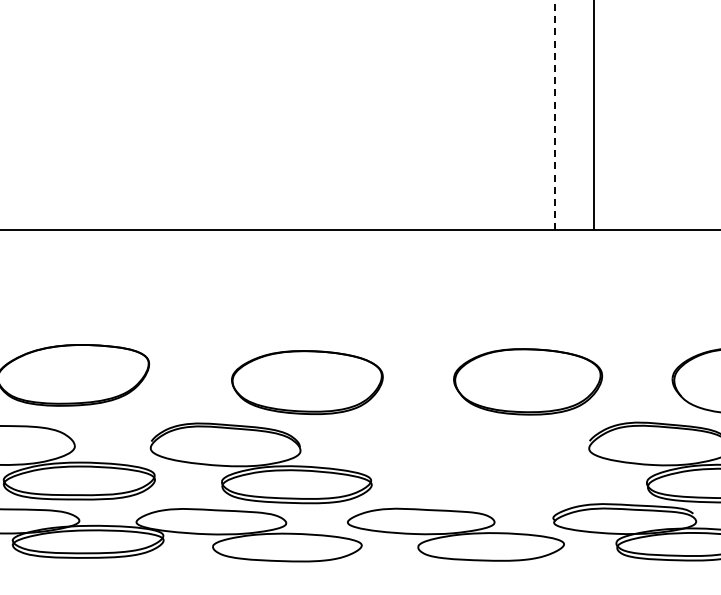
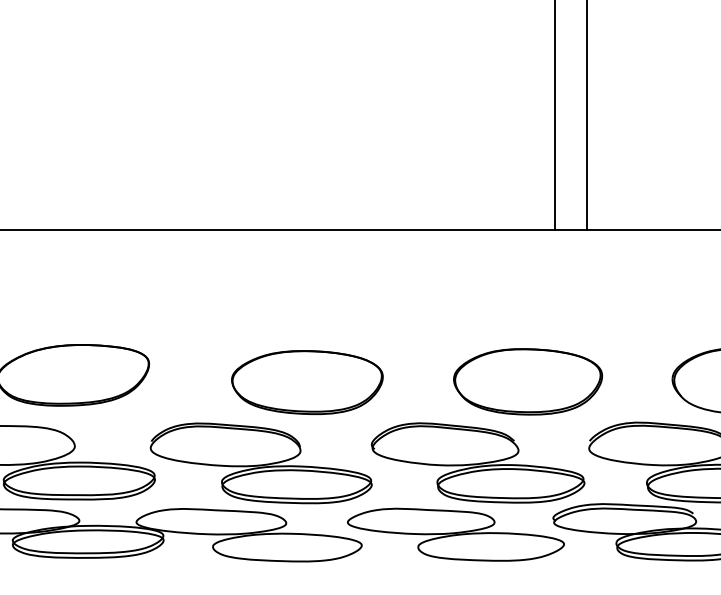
line at (554, 115): dashed -> solid
line at (593, 116) position: (593, 116) -> (586, 116)
part at (477, 462): none -> present
